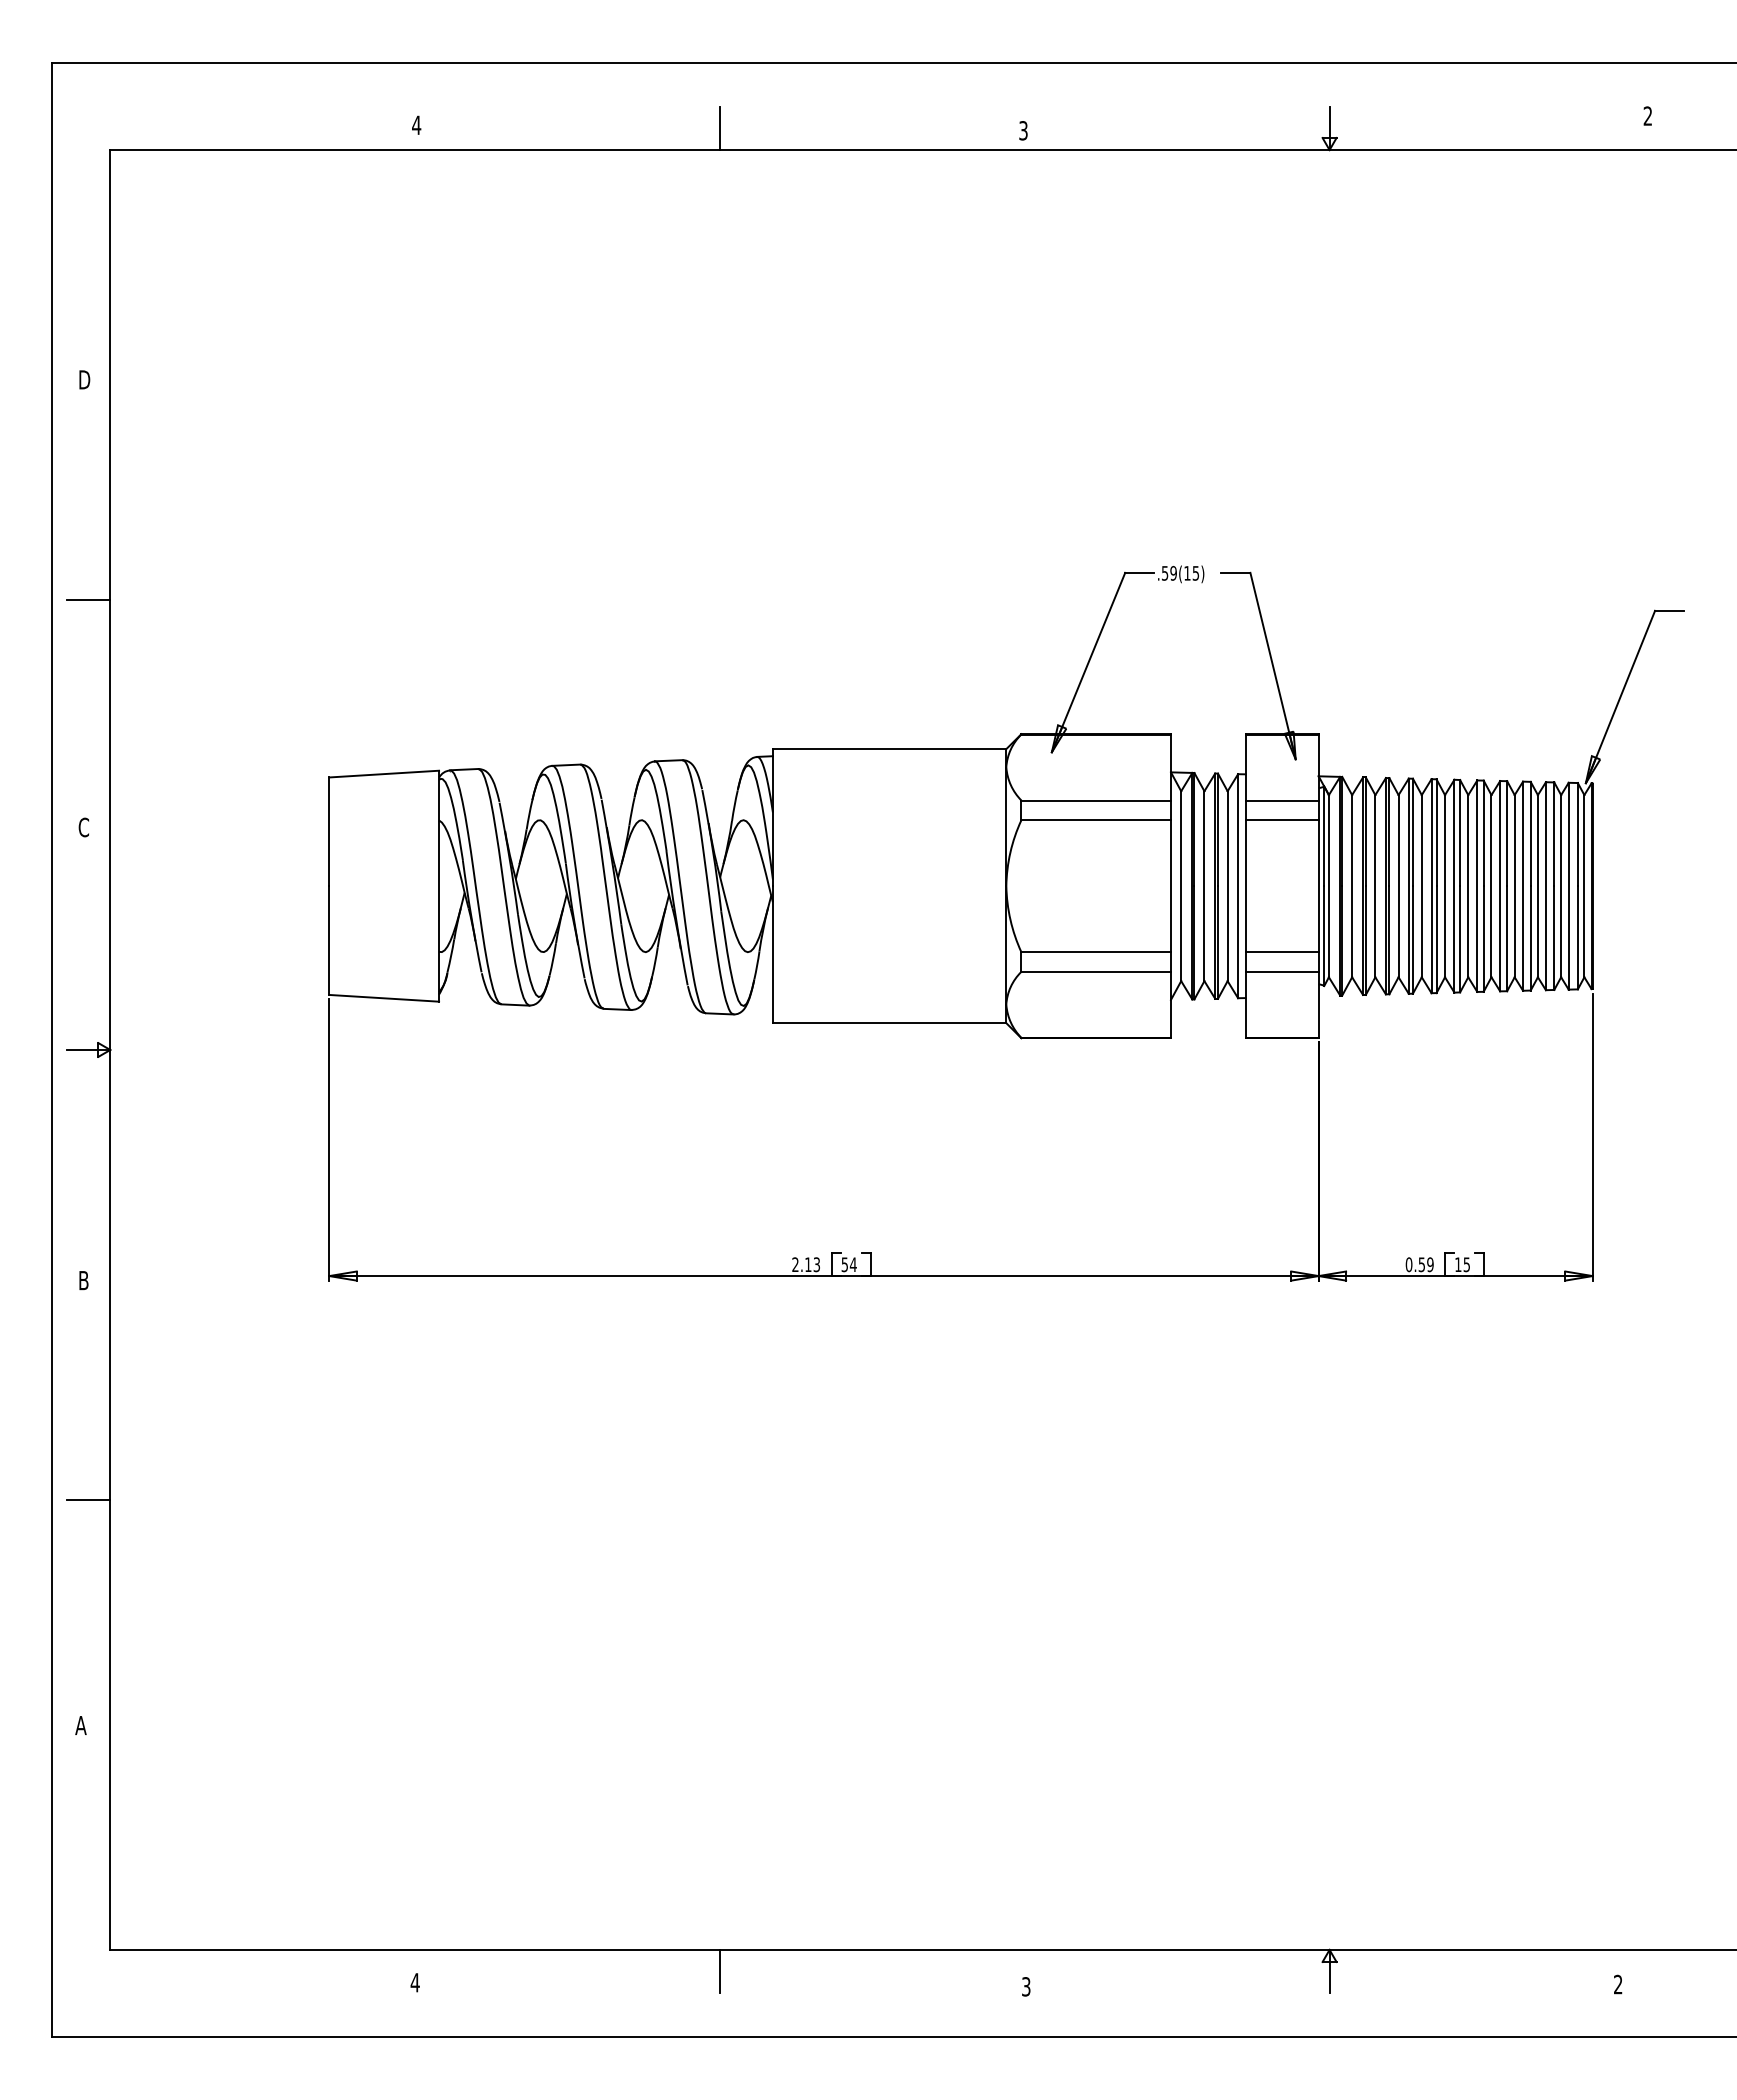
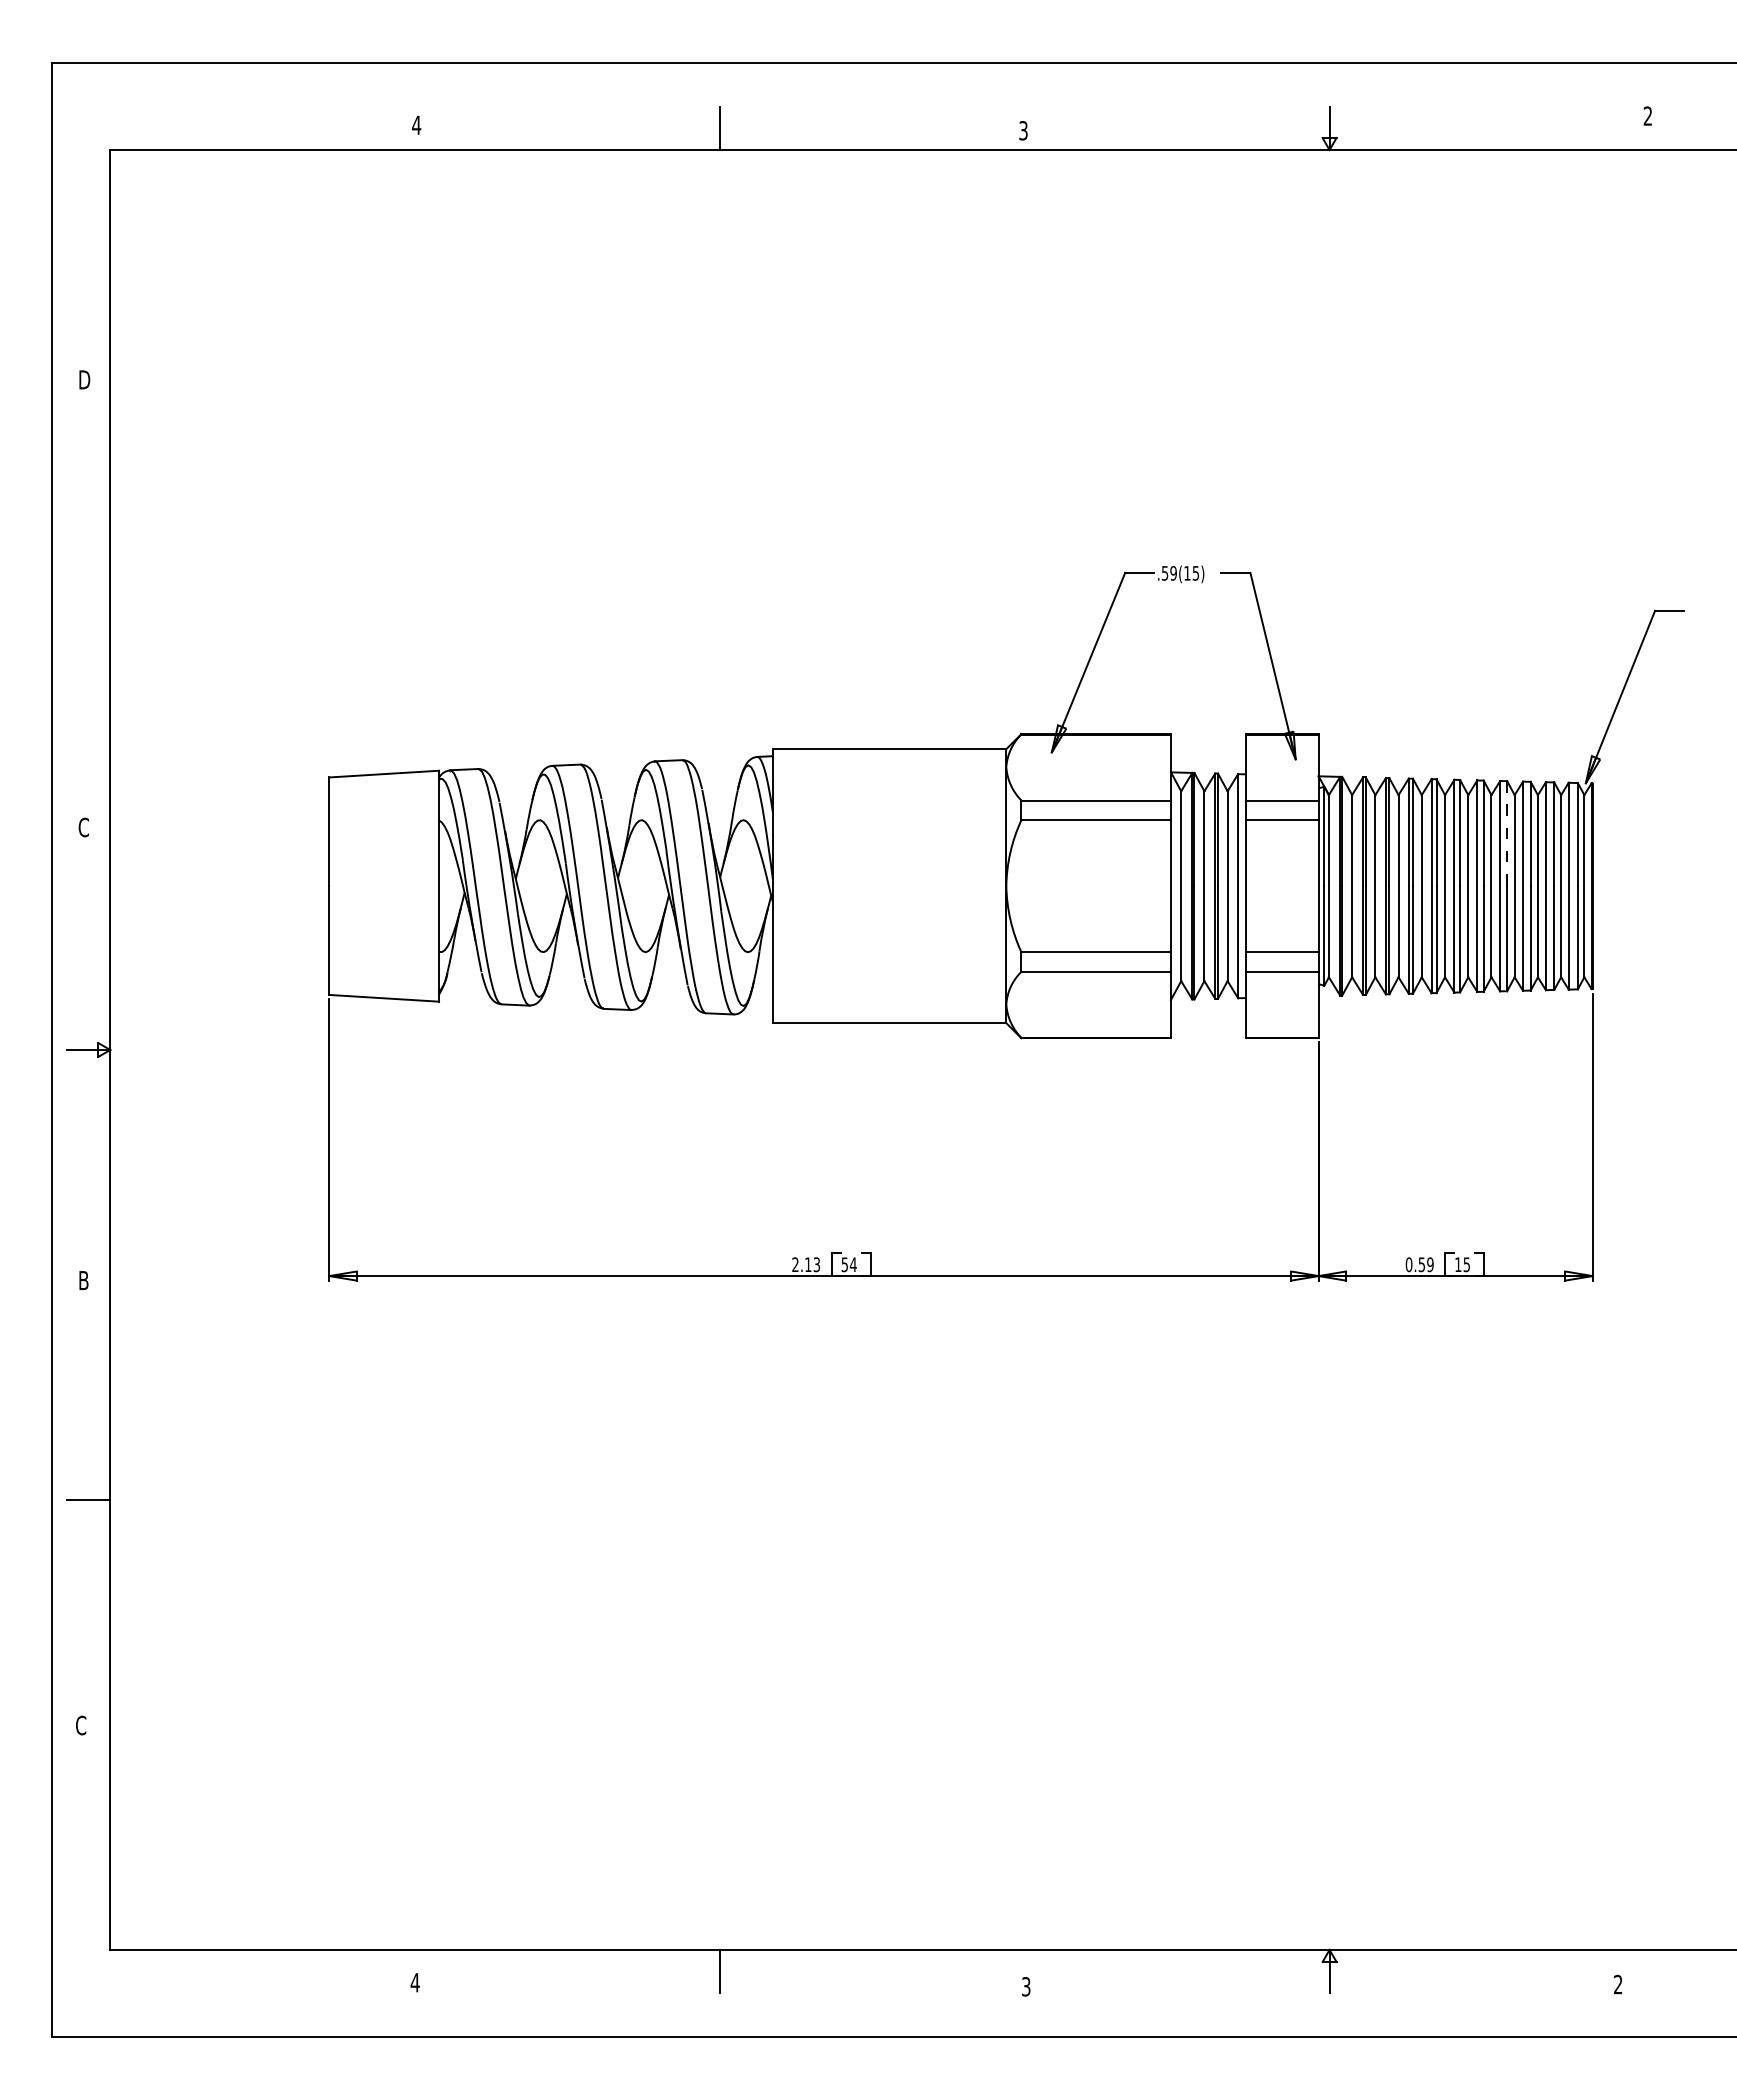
line at (88, 600): present -> none
line at (1507, 834): solid -> dashed
text at (80, 1725): A -> C
